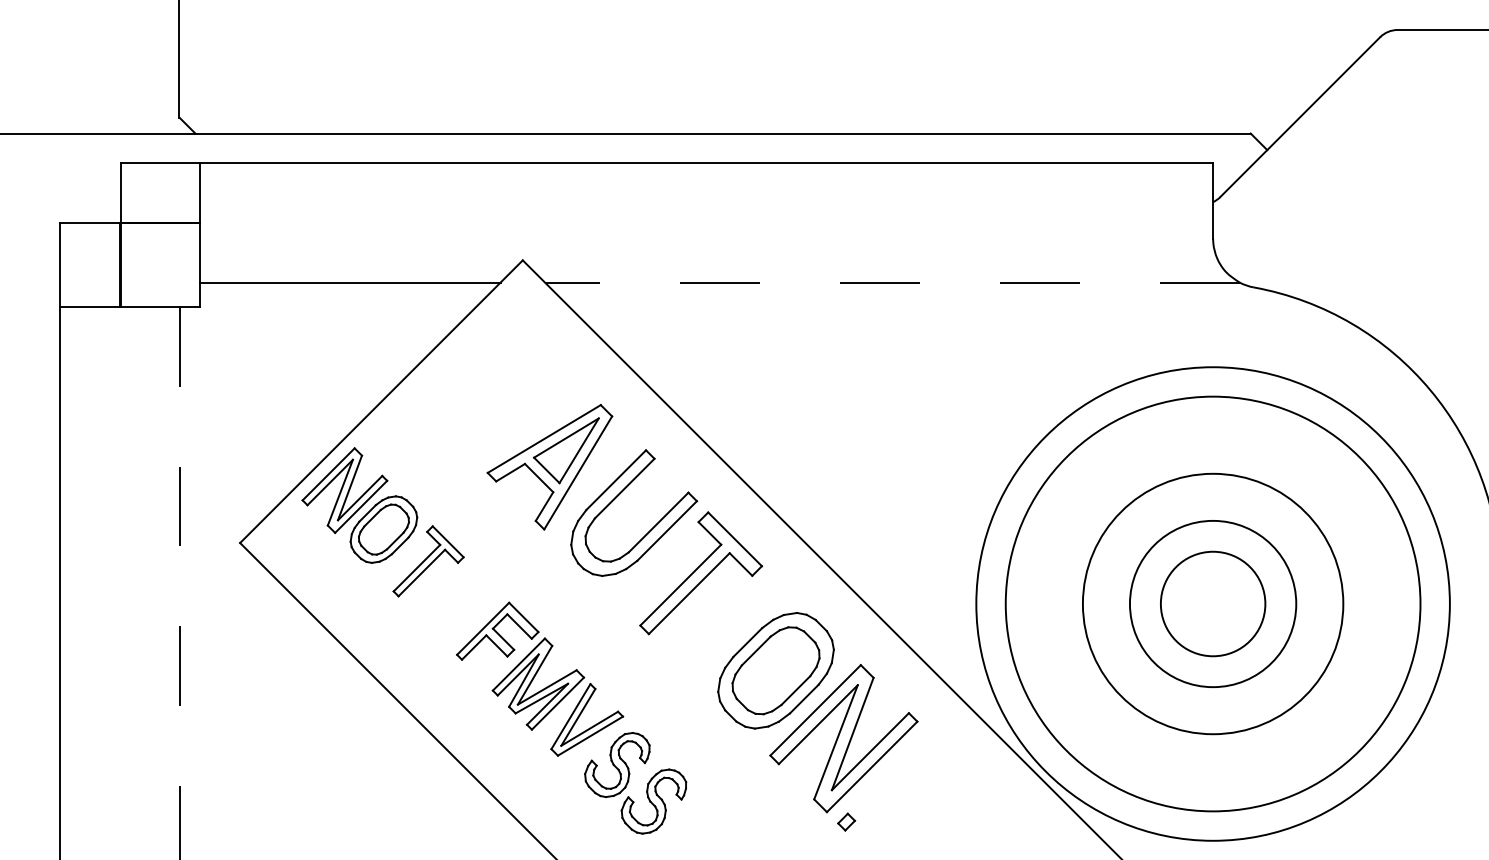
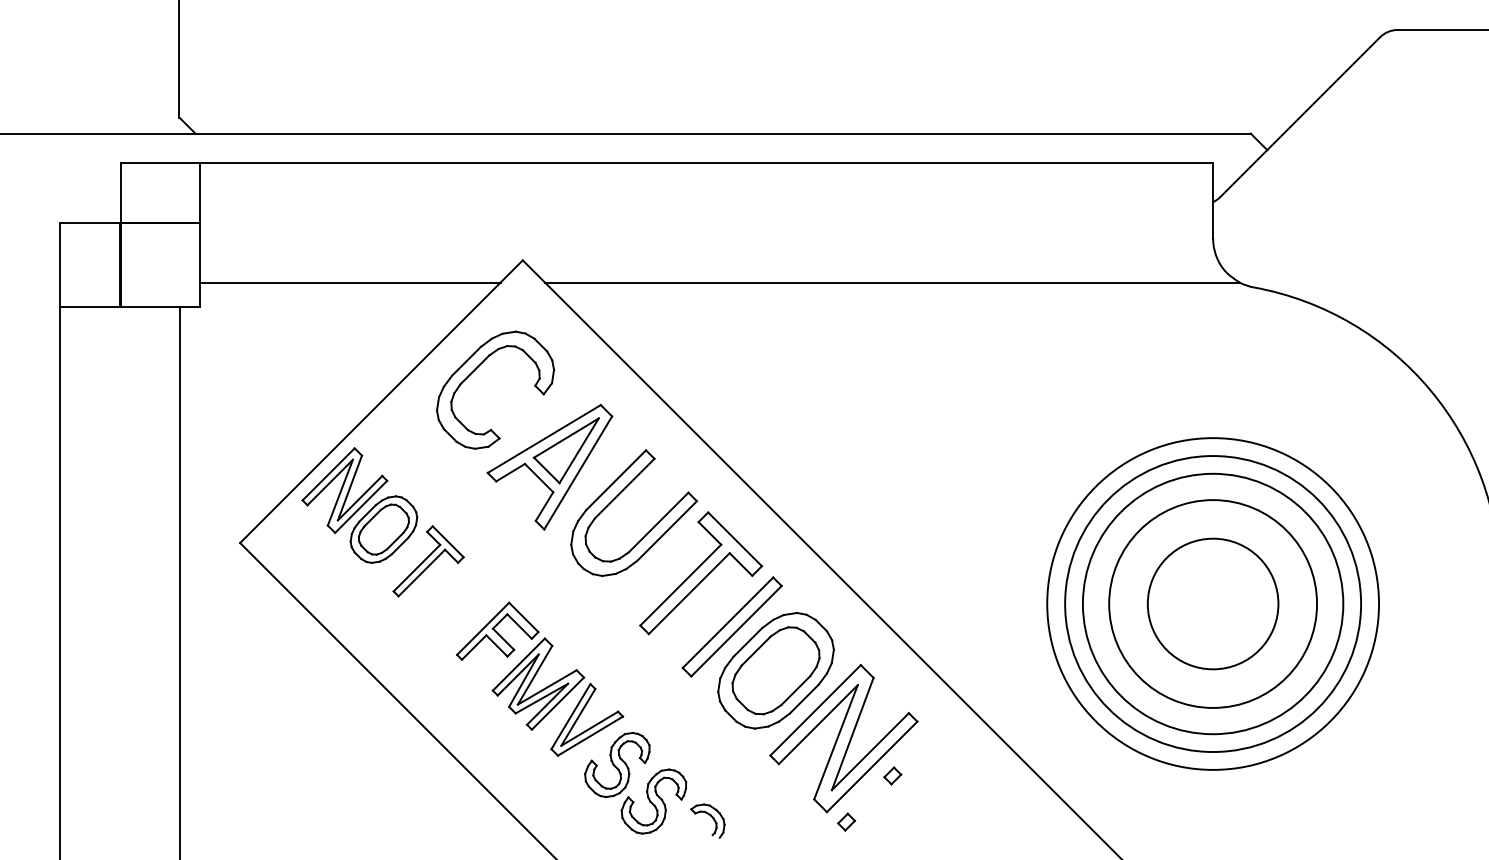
line at (891, 282): dashed -> solid
part at (476, 369): none -> present
line at (180, 583): dashed -> solid
circle at (1212, 603) diameter: 105 px -> 131 px
circle at (1212, 603) diameter: 166 px -> 208 px
circle at (1212, 603) diameter: 415 px -> 332 px
circle at (1212, 603) diameter: 474 px -> 296 px
part at (731, 626): none -> present
part at (892, 775): none -> present
part at (707, 820): none -> present
